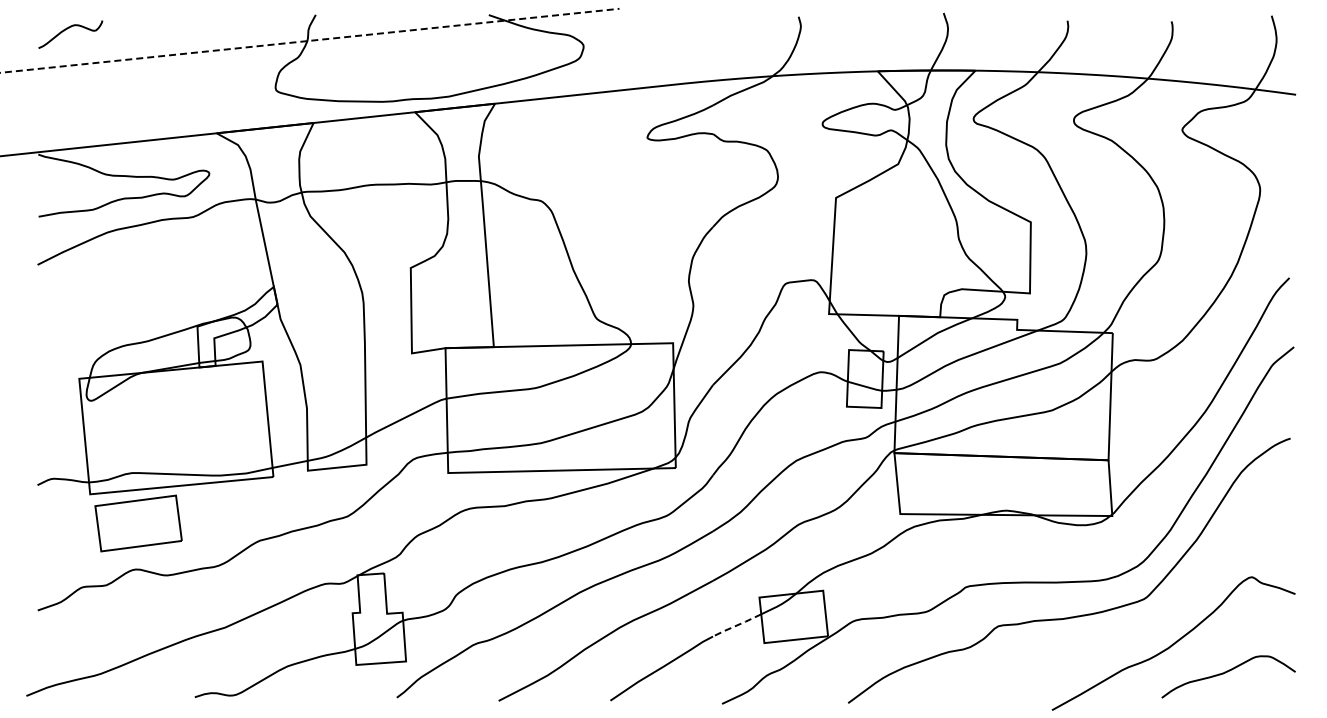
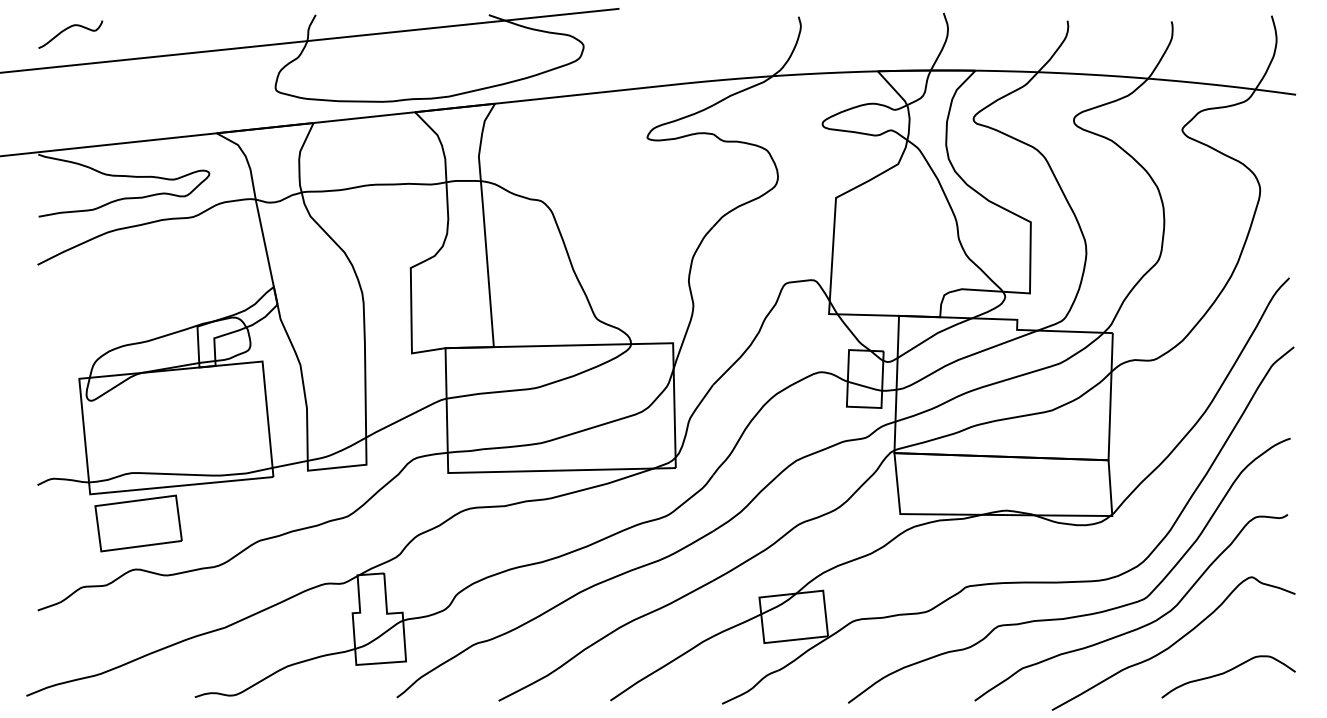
line at (310, 40): dashed -> solid
line at (736, 625): dashed -> solid
curve at (1140, 626): none -> present
